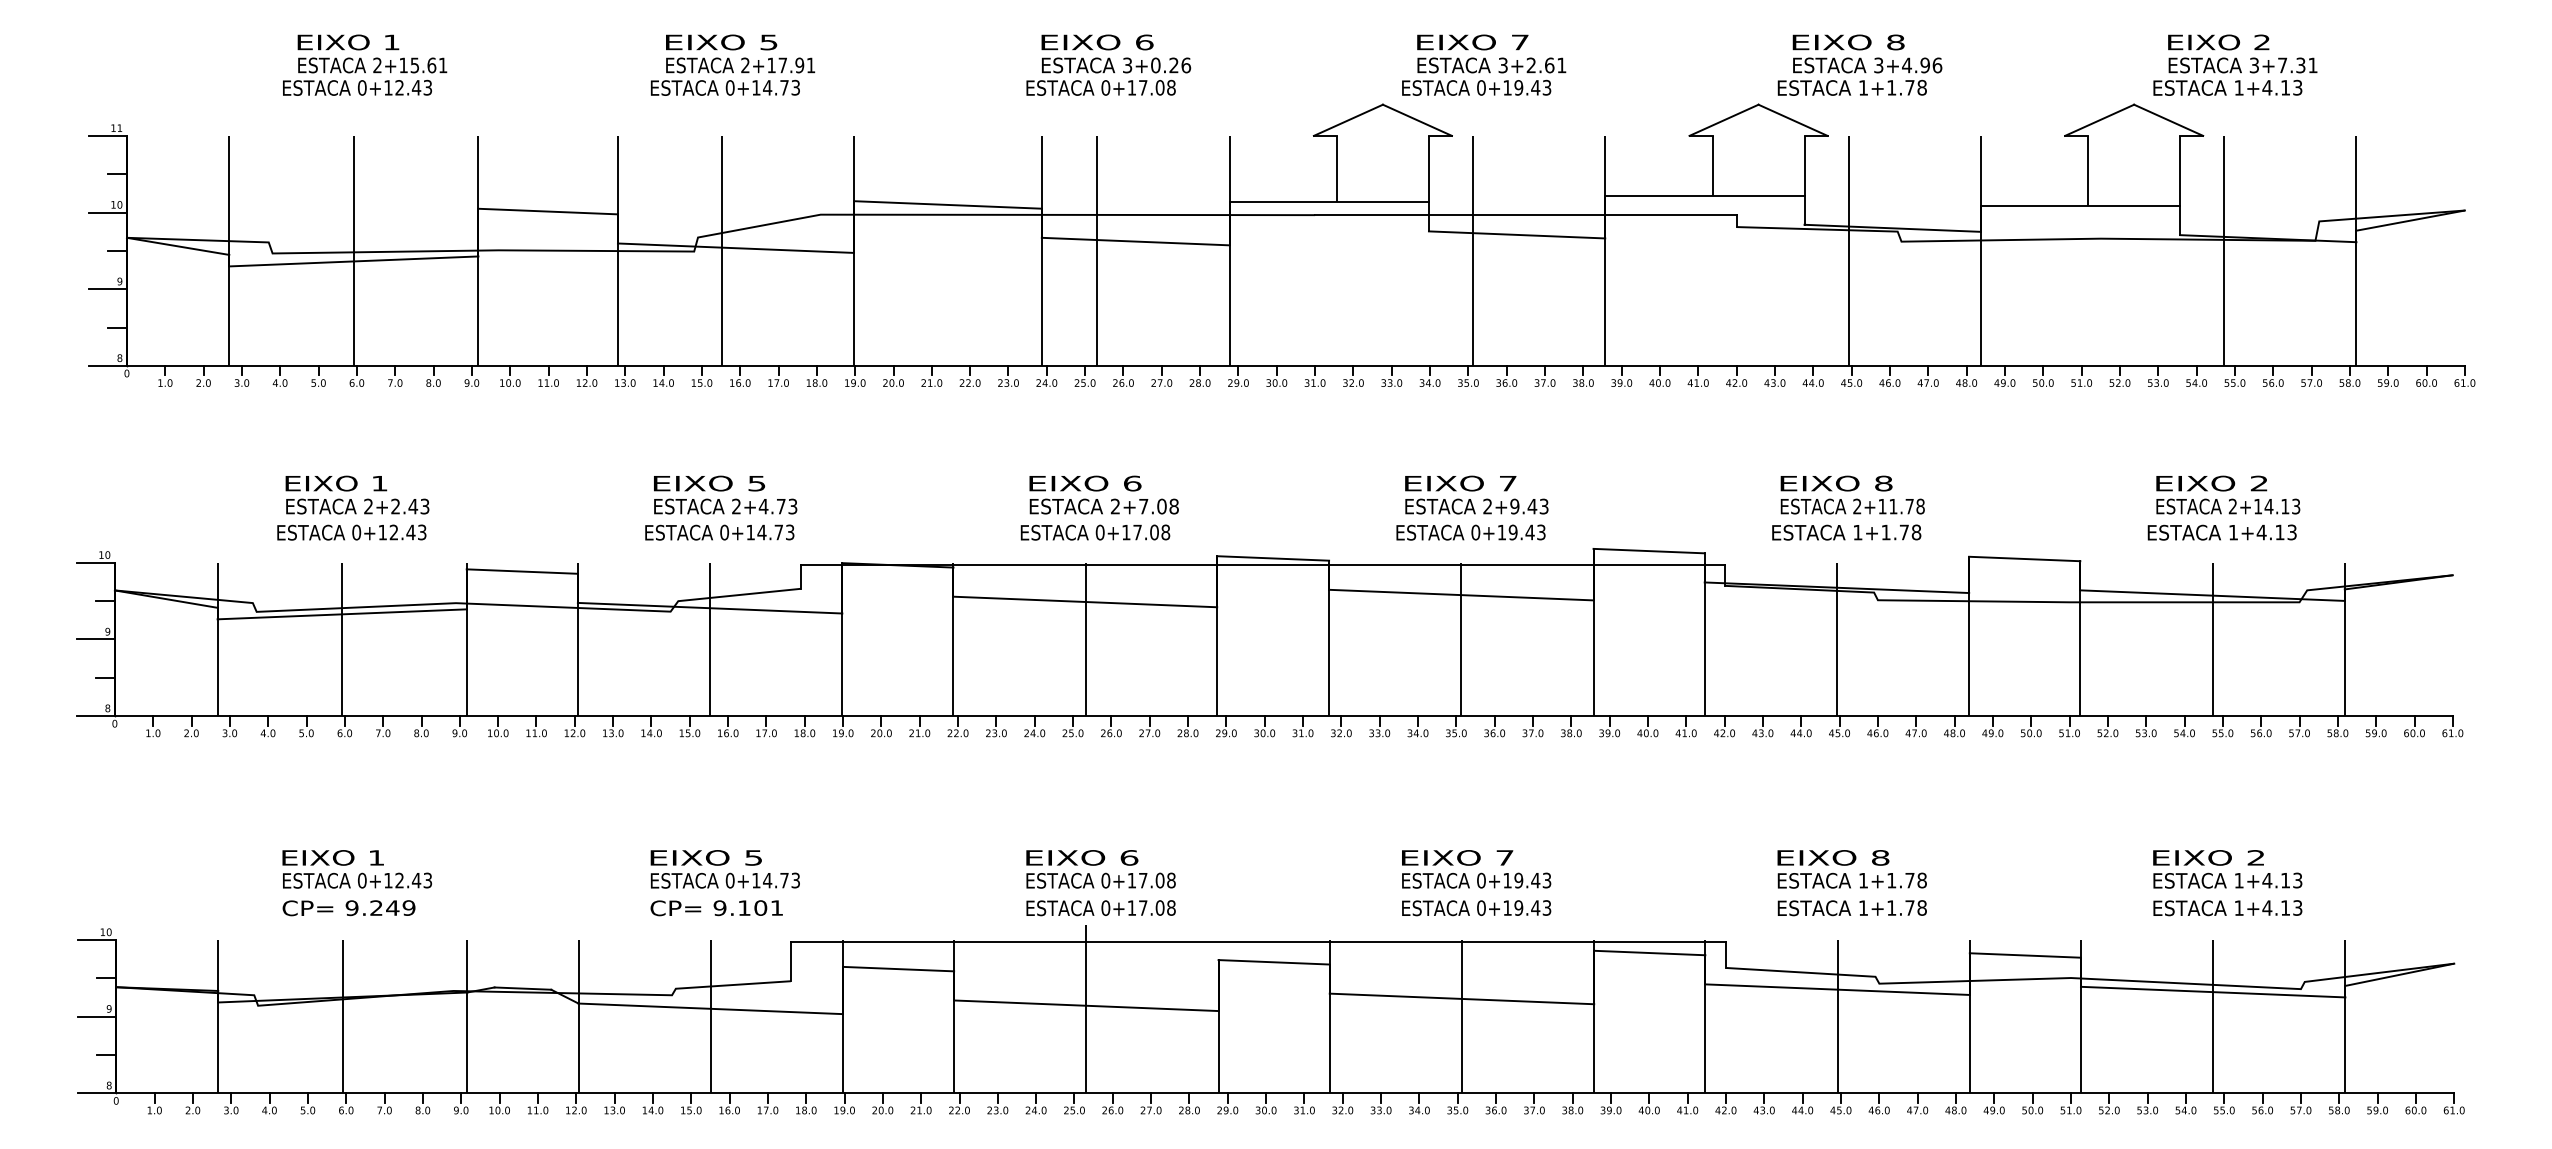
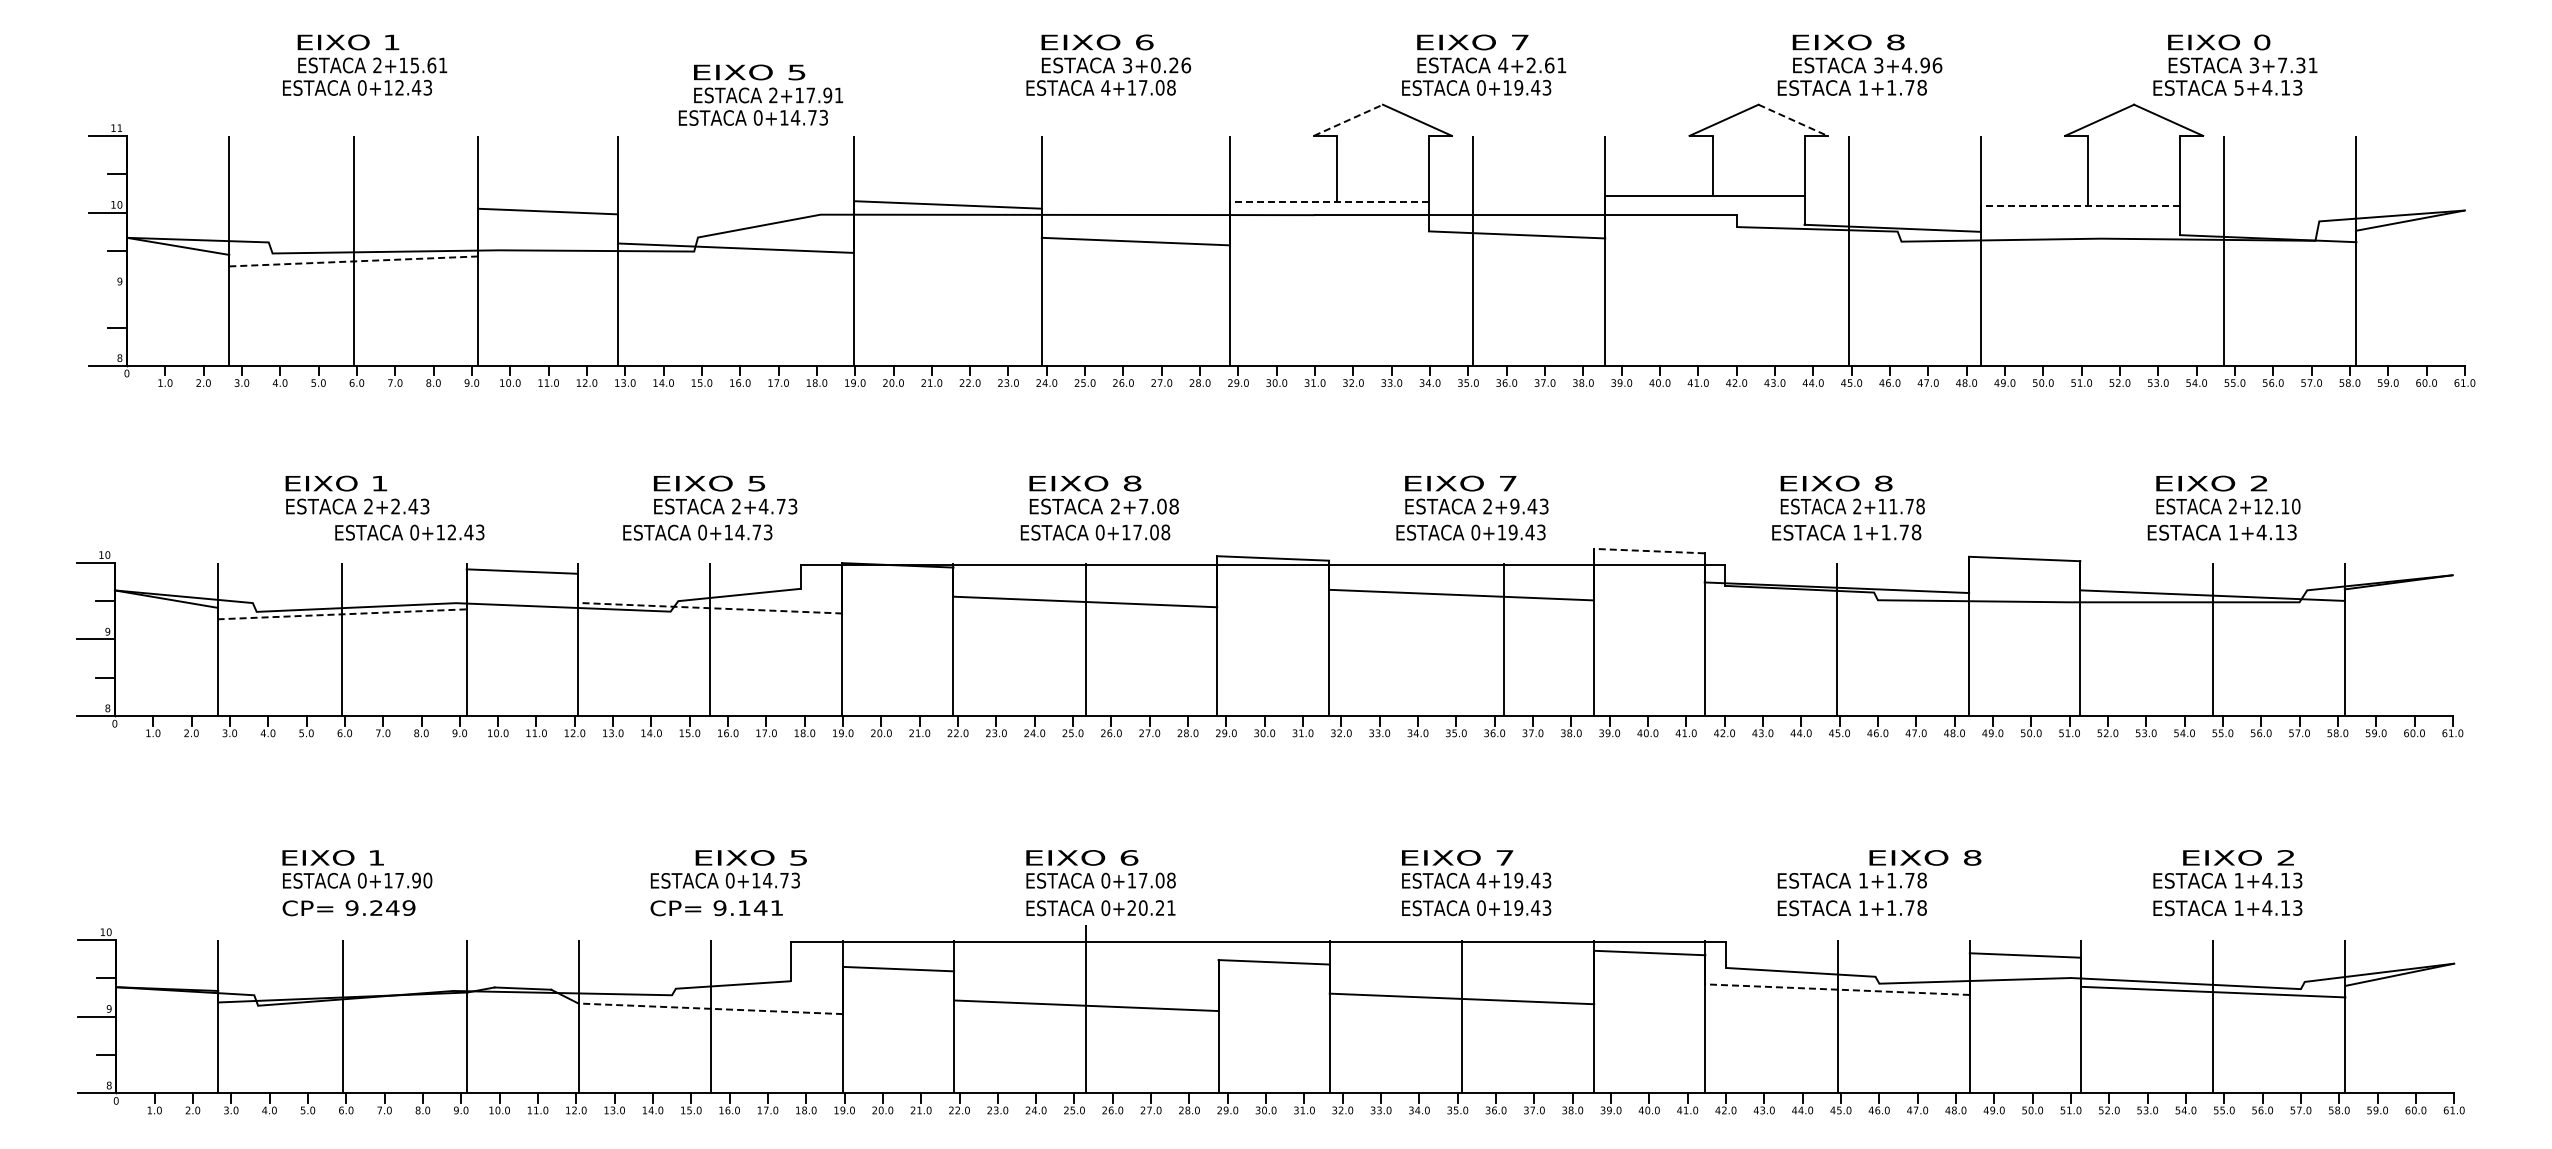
text at (2262, 42): 2 -> 0
text at (732, 64) position: (732, 64) -> (760, 94)
text at (1503, 65): 3+2.61 -> 4+2.61
text at (1105, 87): 0+17.08 -> 4+17.08
text at (2238, 87): 1+4.13 -> 5+4.13
line at (1348, 120): solid -> dashed
line at (1793, 120): solid -> dashed
line at (1329, 202): solid -> dashed
line at (2080, 206): solid -> dashed
line at (721, 250): present -> none
line at (1097, 250): present -> none
line at (353, 261): solid -> dashed
line at (107, 289): present -> none
text at (1132, 483): 6 -> 8
text at (2282, 506): 2+14.13 -> 2+12.10
text at (351, 532) position: (351, 532) -> (409, 532)
text at (719, 532) position: (719, 532) -> (697, 532)
line at (1649, 551): solid -> dashed
line at (709, 608): solid -> dashed
line at (342, 614): solid -> dashed
line at (1461, 639) position: (1461, 639) -> (1504, 639)
text at (705, 857) position: (705, 857) -> (750, 857)
text at (1833, 857) position: (1833, 857) -> (1925, 857)
text at (2208, 857) position: (2208, 857) -> (2238, 857)
text at (413, 880): 0+12.43 -> 0+17.90
text at (1481, 880): 0+19.43 -> 4+19.43
text at (760, 907): 9.101 -> 9.141
text at (1151, 907): 0+17.08 -> 0+20.21
line at (1837, 989): solid -> dashed
line at (710, 1008): solid -> dashed
